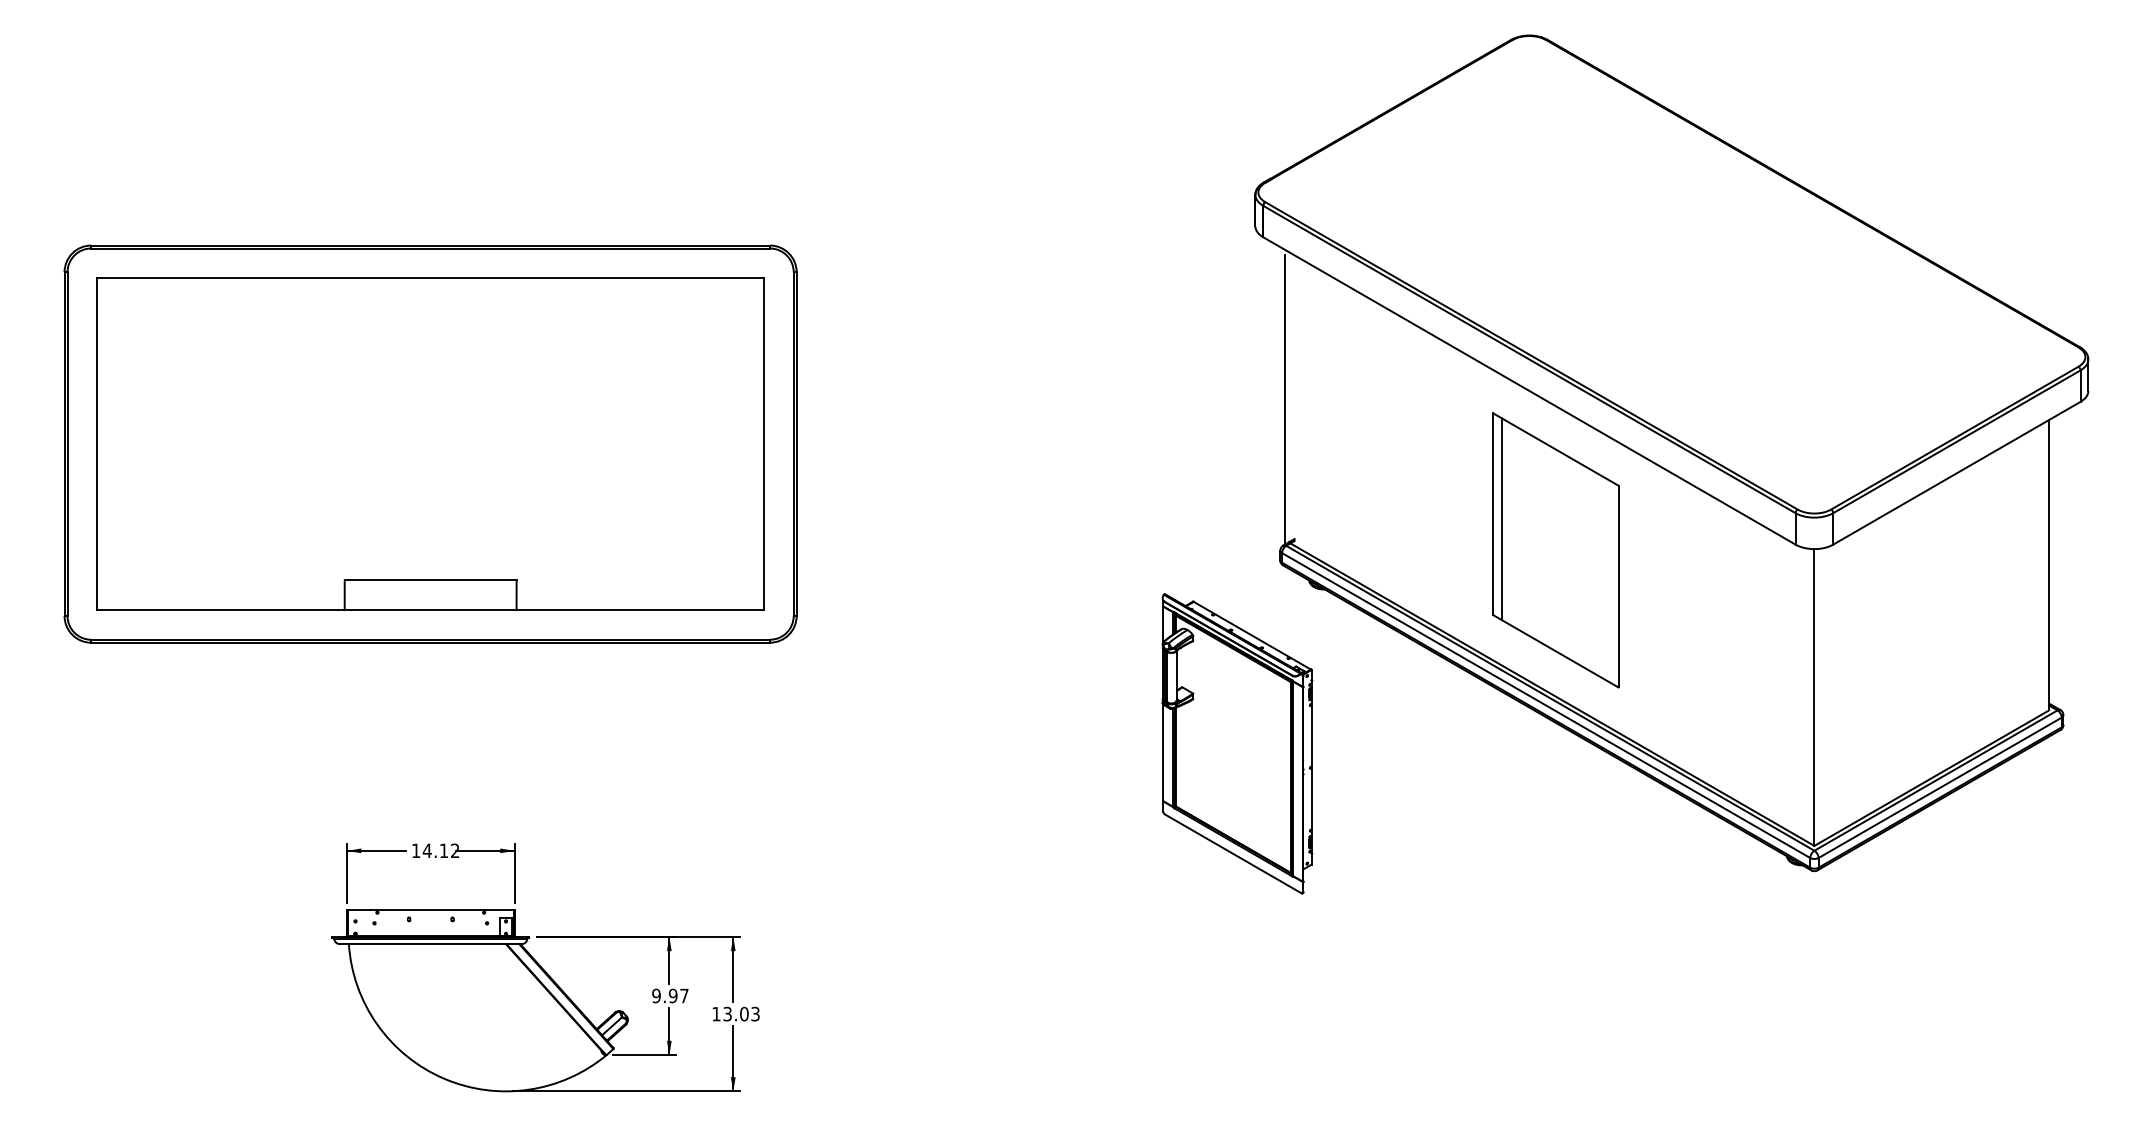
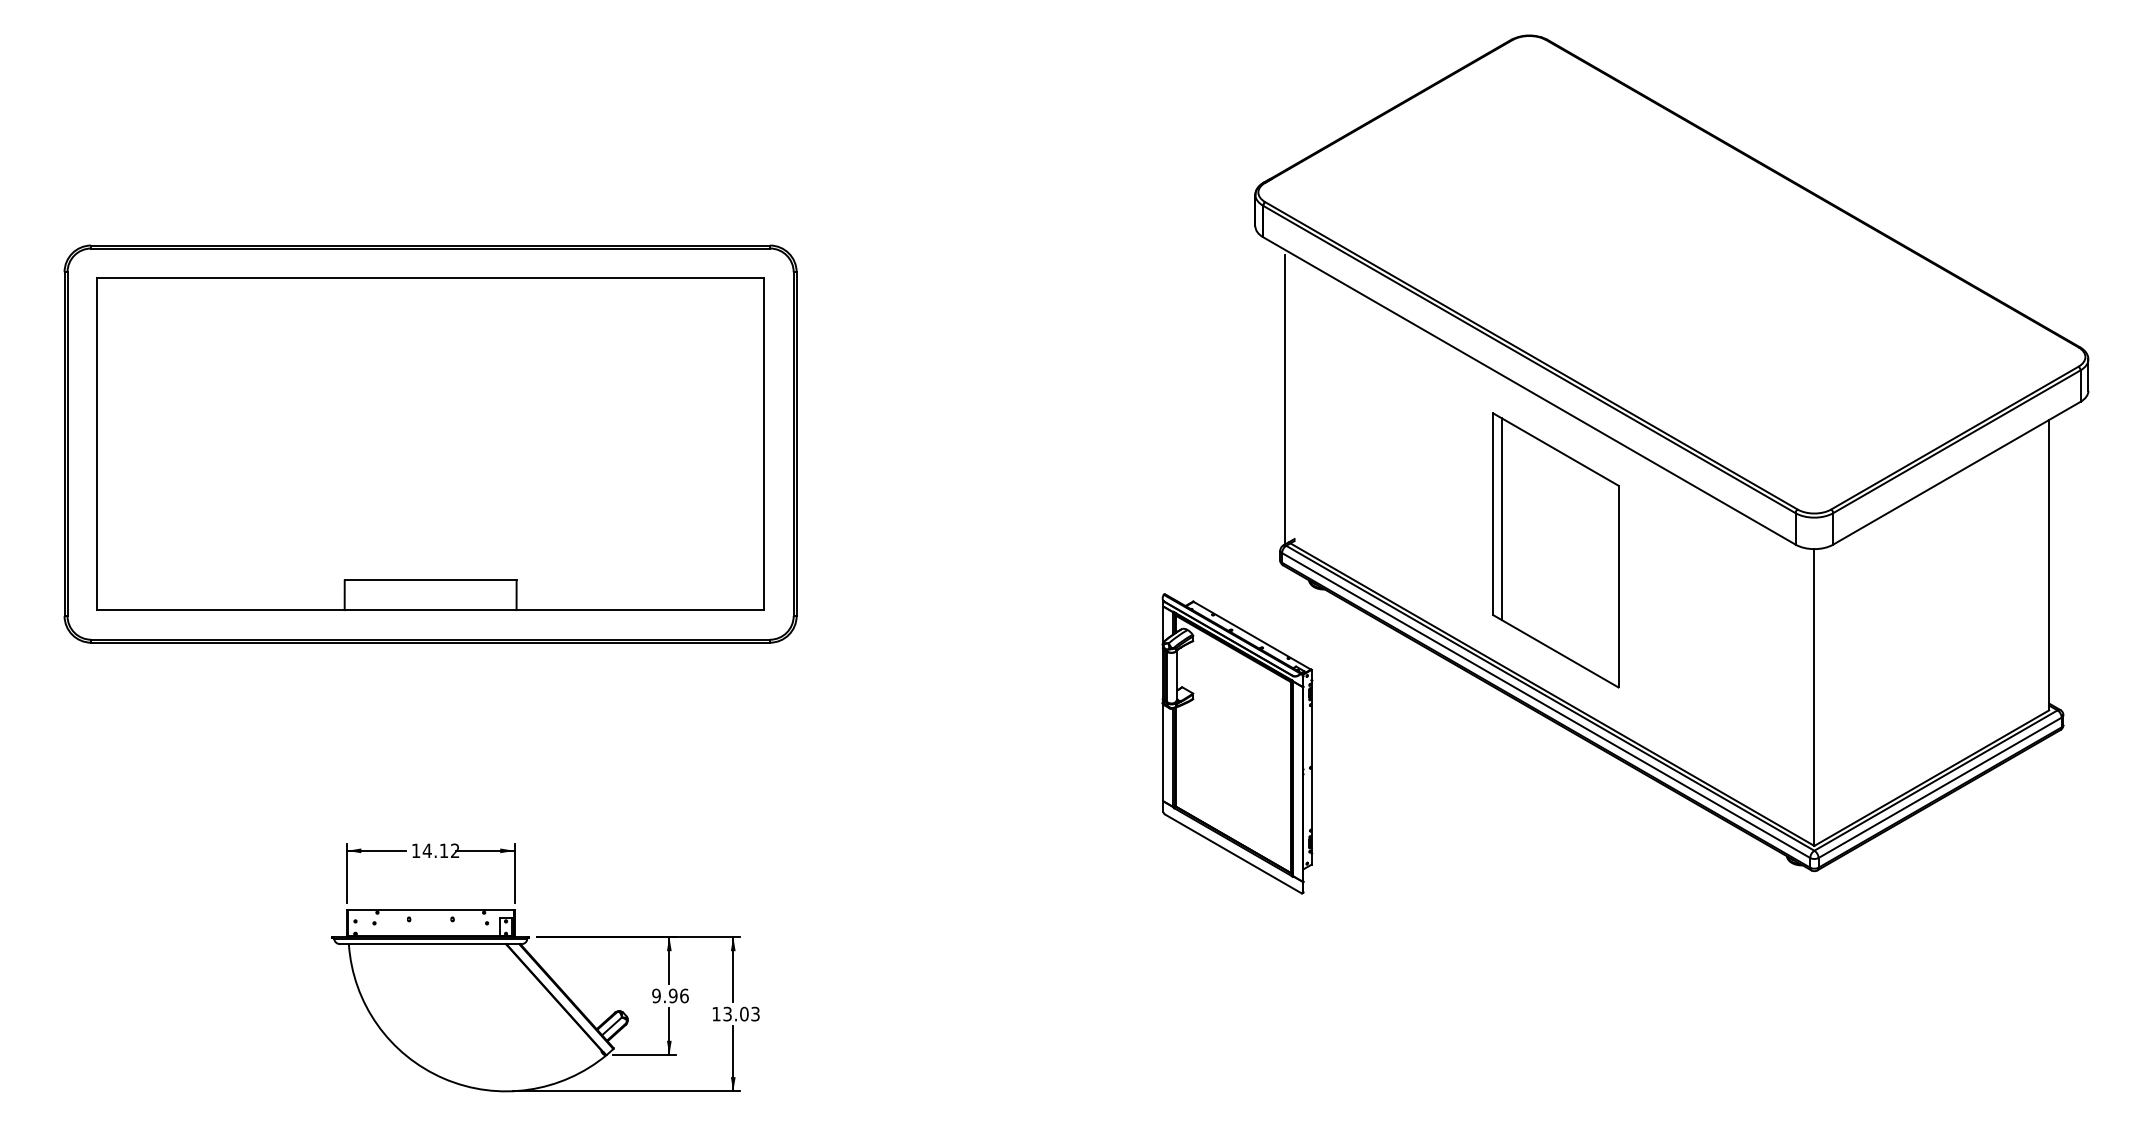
text at (684, 995): 9.97 -> 9.96
